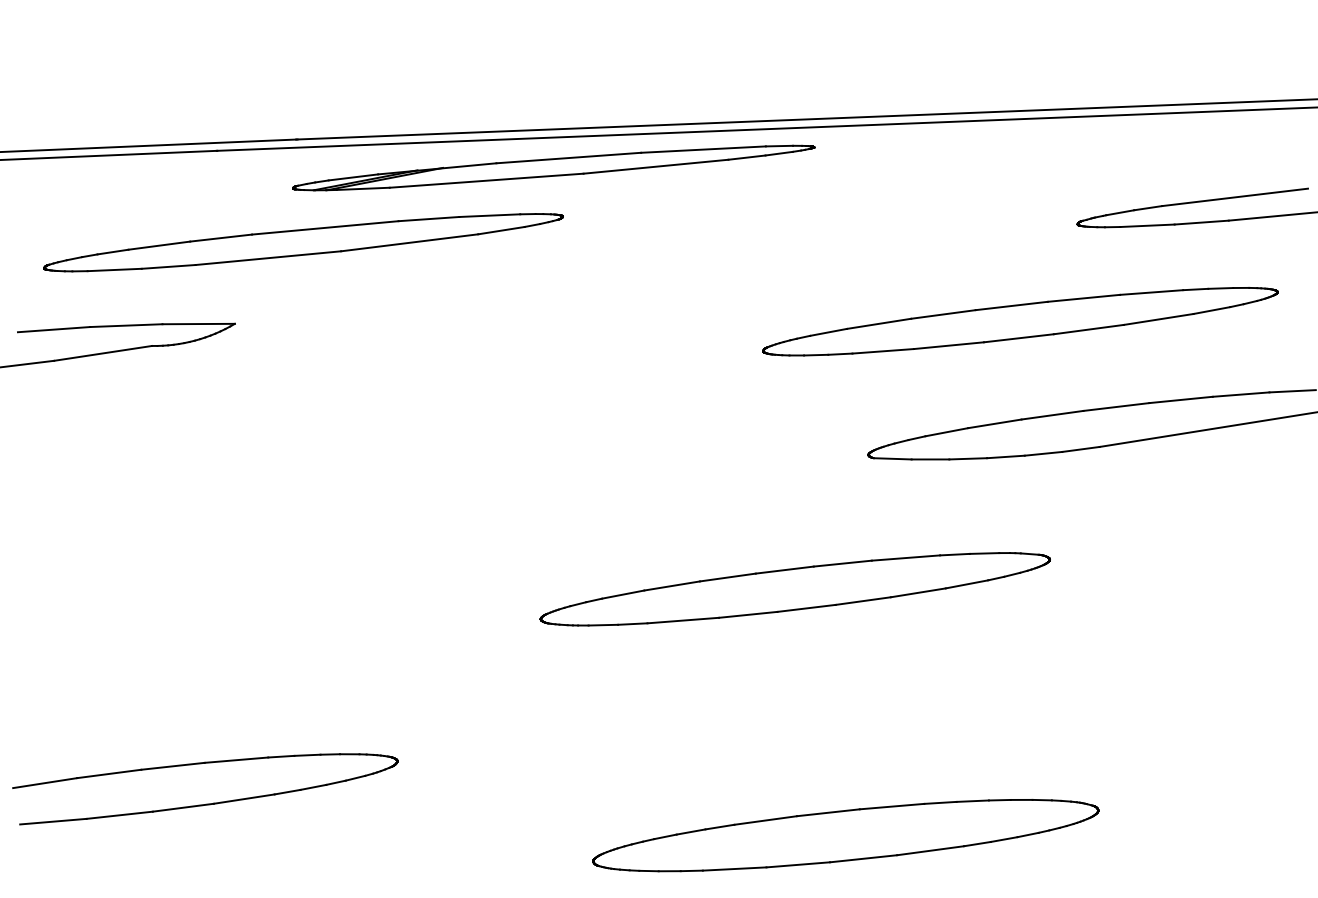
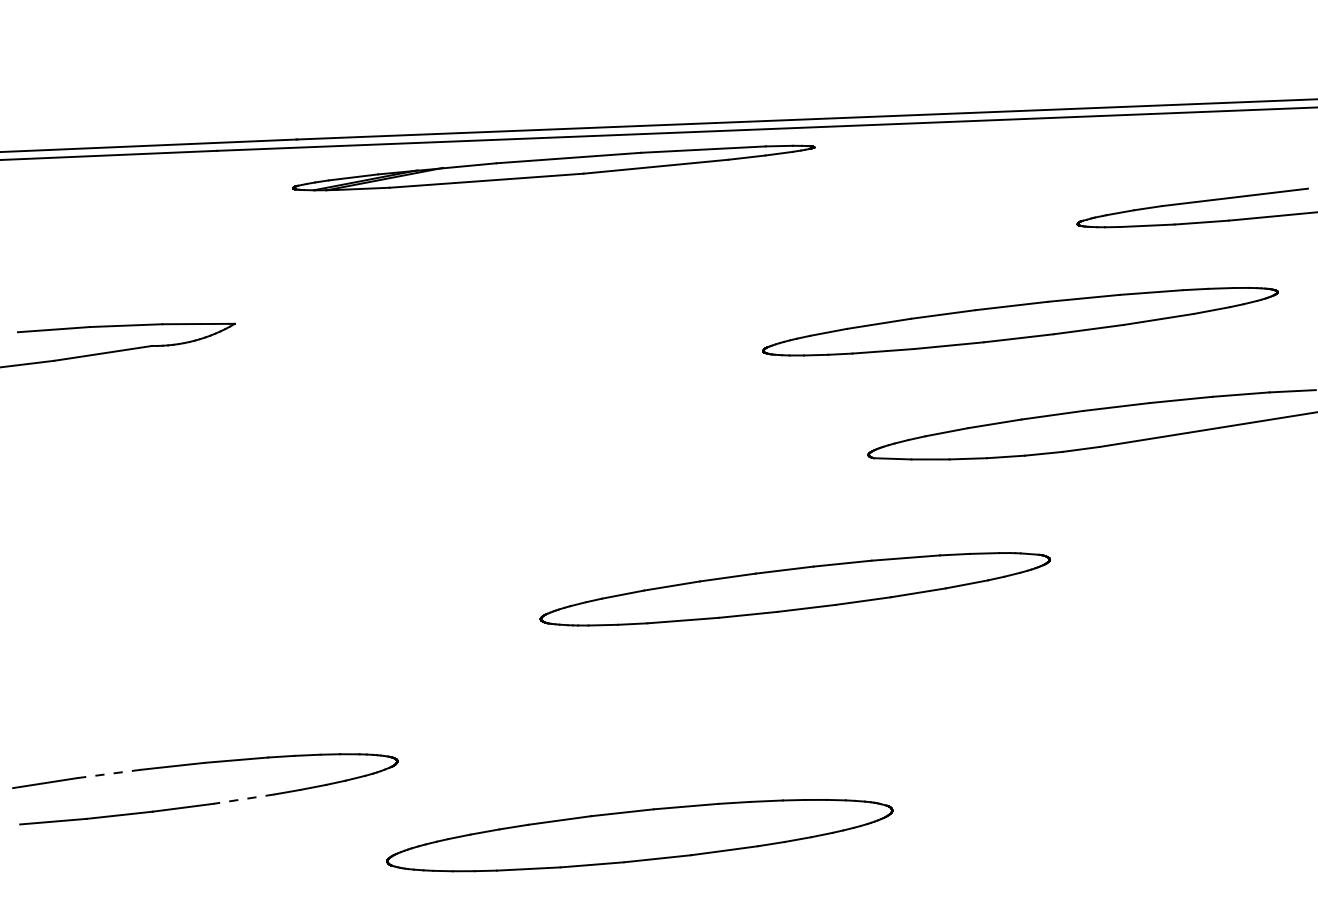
part at (303, 242): present -> none
line at (109, 773): solid -> dashed
line at (244, 799): solid -> dashed
part at (845, 835) position: (845, 835) -> (639, 835)
